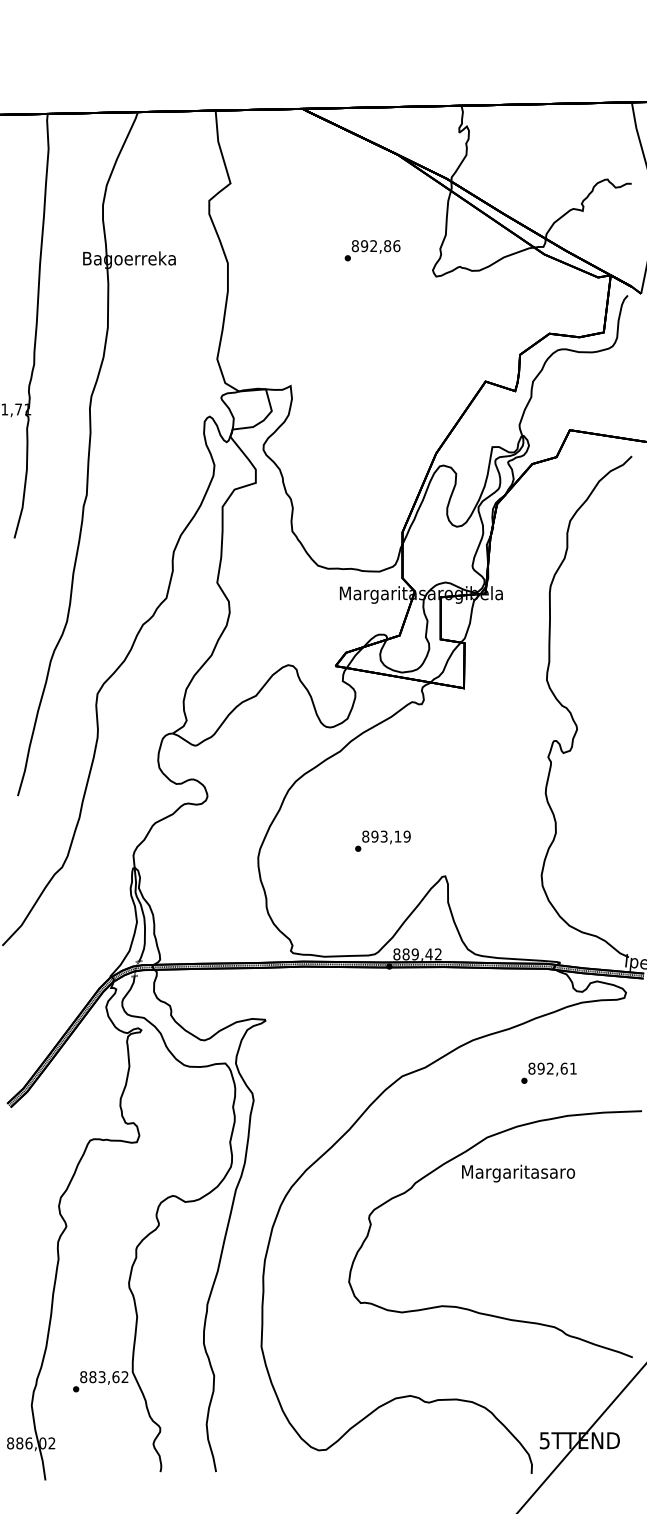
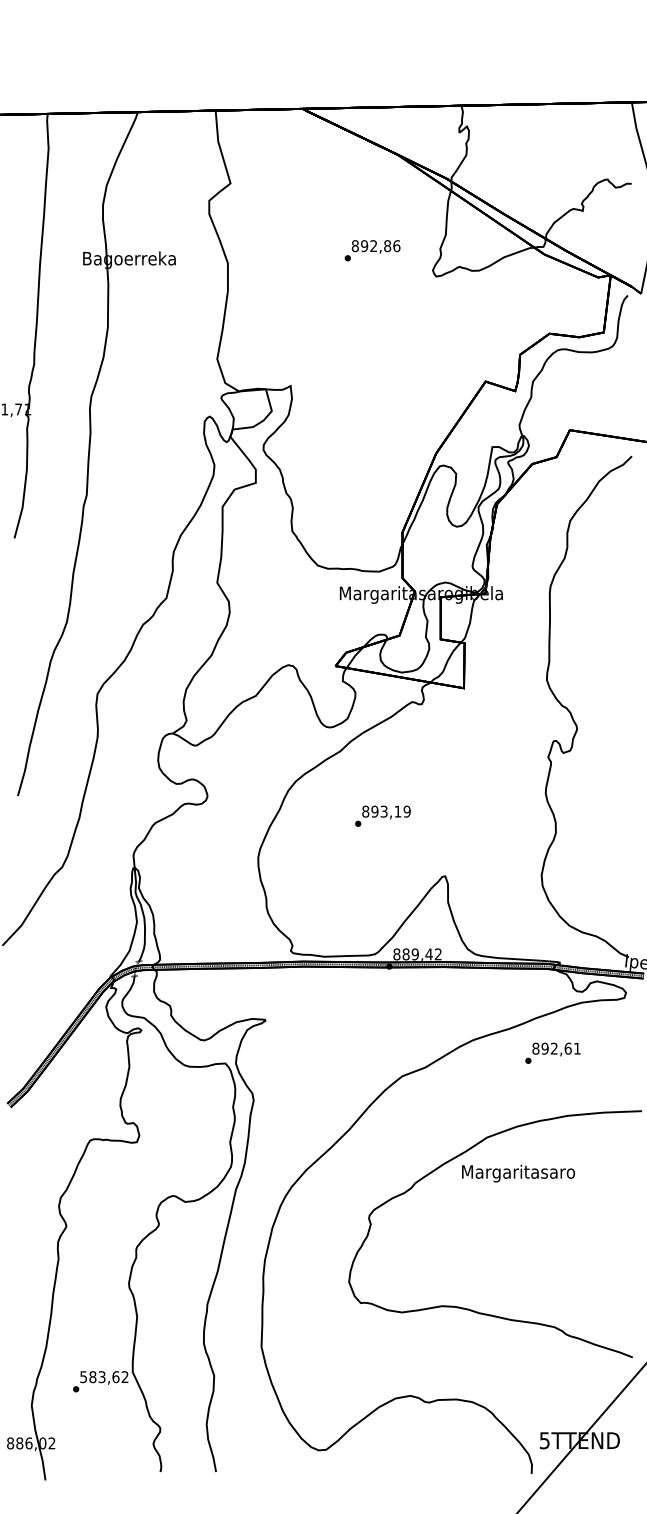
text at (382, 840) position: (382, 840) -> (382, 815)
text at (548, 1072) position: (548, 1072) -> (552, 1052)
text at (83, 1377): 883,62 -> 583,62
